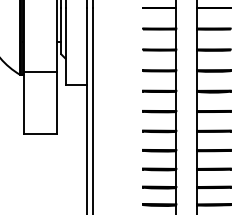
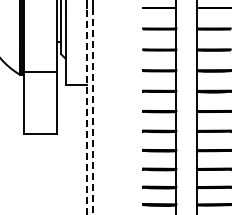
line at (92, 110): solid -> dashed
line at (86, 111): solid -> dashed
